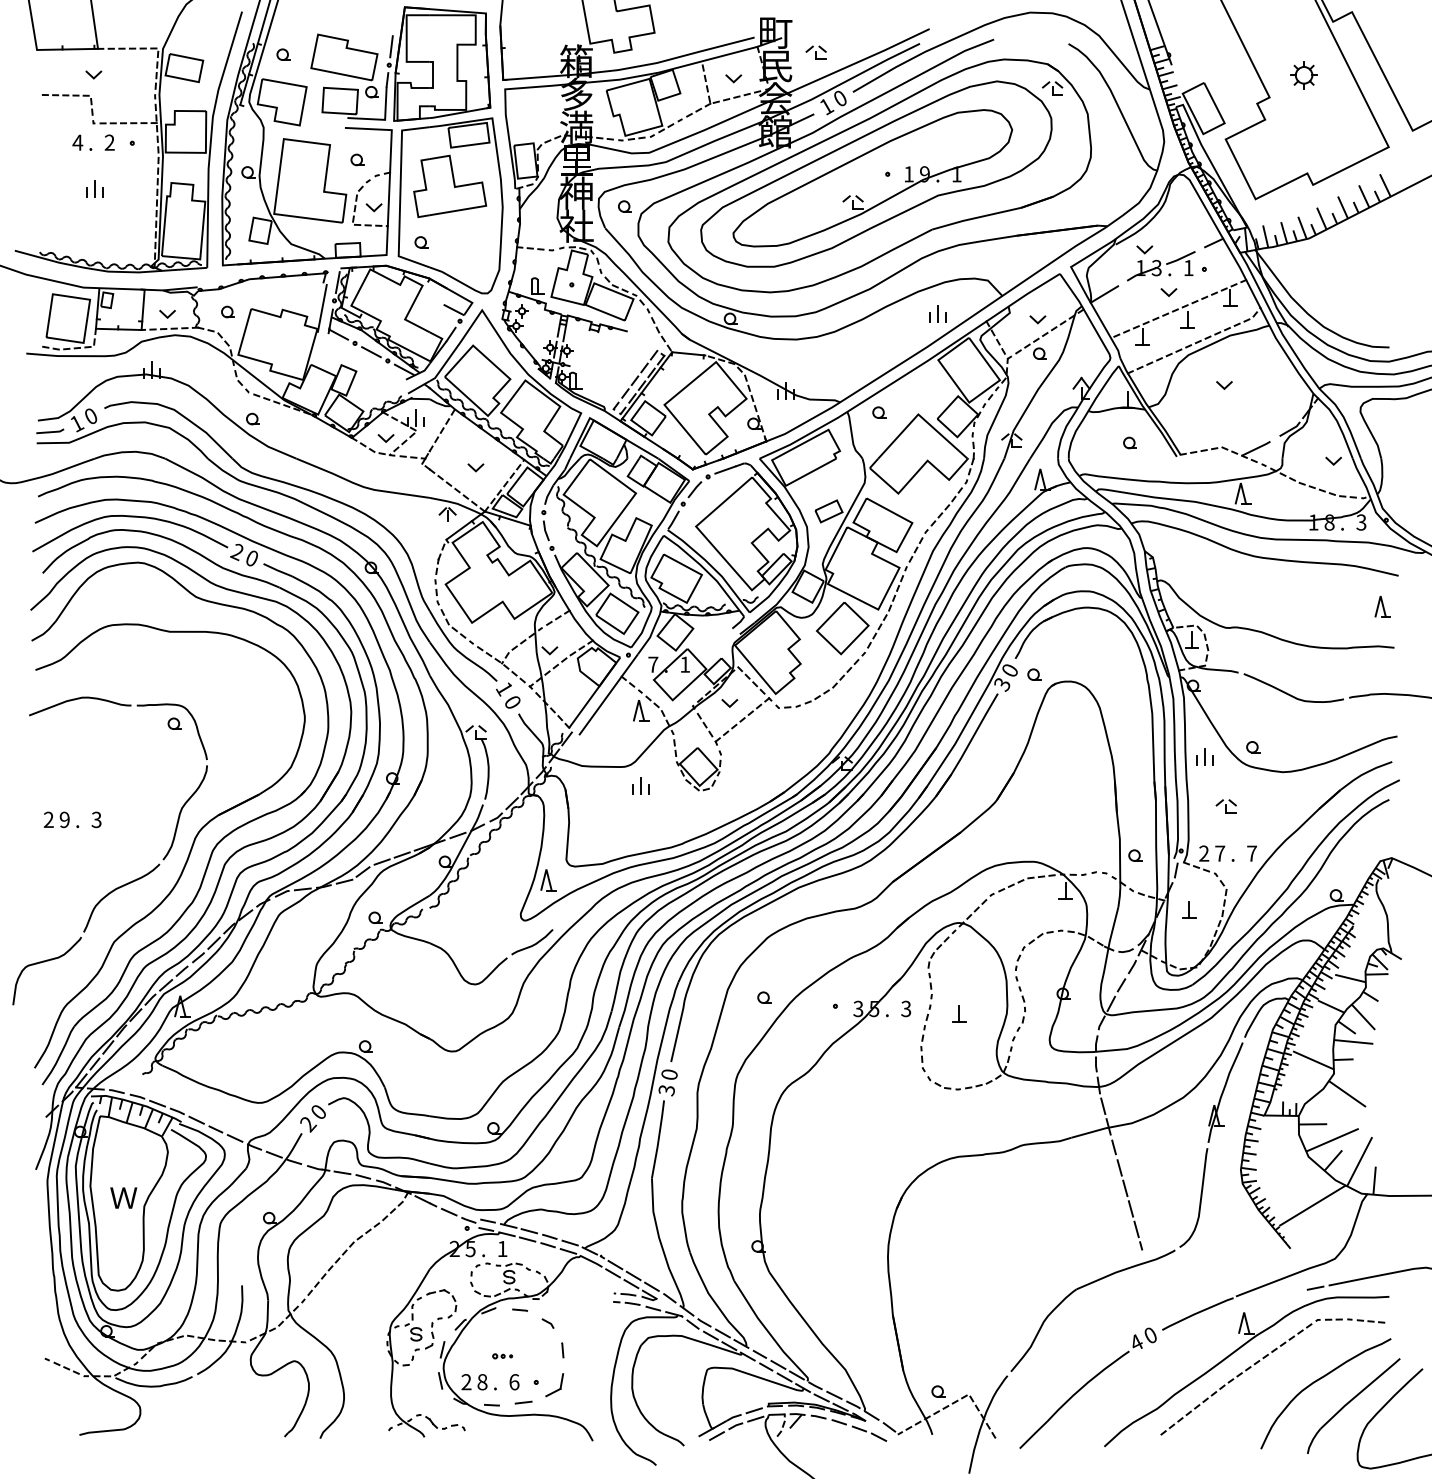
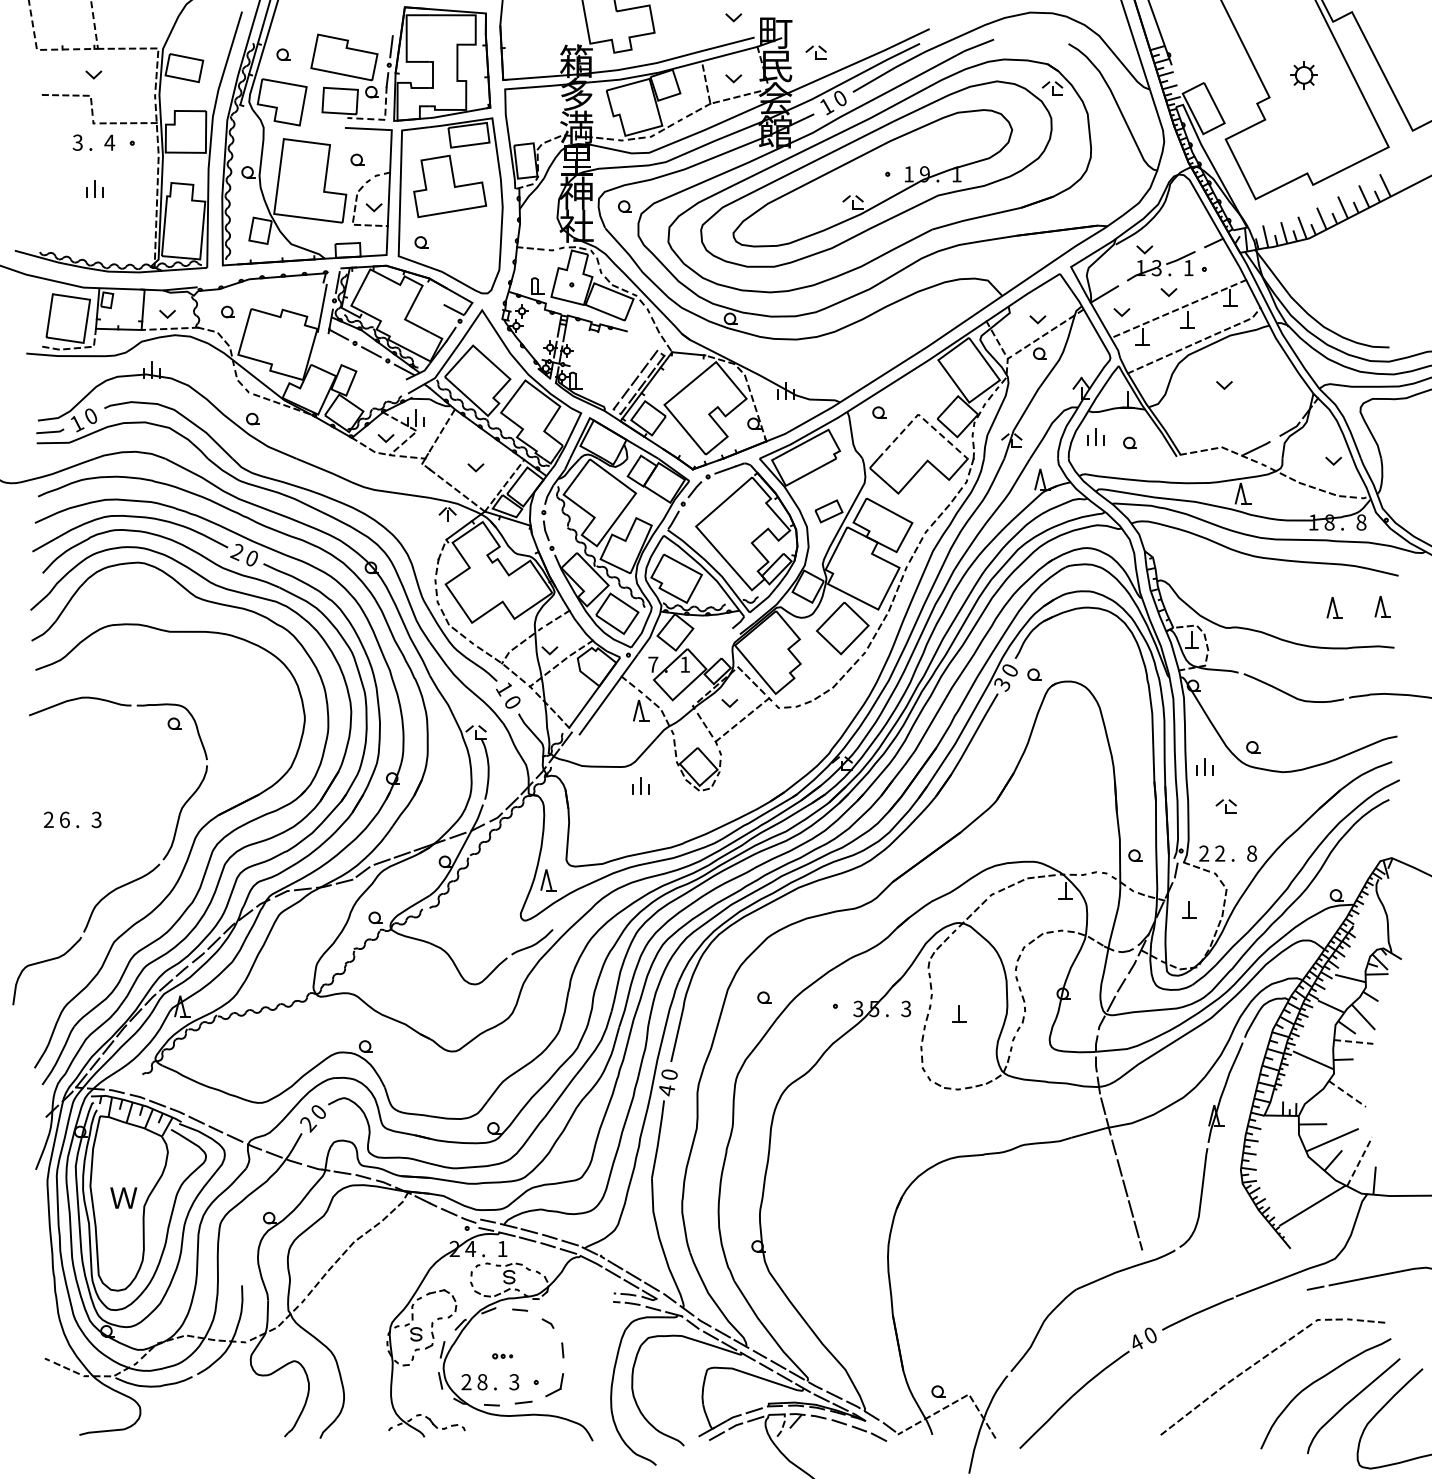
line at (732, 18): none -> present
line at (66, 49): solid -> dashed
line at (383, 119): solid -> dashed
text at (77, 142): 4 -> 3
text at (109, 142): 2 -> 4
part at (937, 313) position: (937, 313) -> (1095, 436)
line at (1120, 313): none -> present
line at (920, 416): solid -> dashed
text at (1361, 522): 3 -> 8
part at (1334, 607): none -> present
part at (1204, 756) position: (1204, 756) -> (1204, 766)
text at (64, 819): 9 -> 6
text at (1220, 853): 7 -> 2
text at (1252, 853): 7 -> 8
line at (1353, 1041): solid -> dashed
text at (666, 1090): 3 -> 4
line at (1347, 1093): solid -> dashed
line at (1359, 1161): solid -> dashed
text at (470, 1249): 5 -> 4
part at (1234, 1353): present -> none
text at (514, 1382): 6 -> 3
